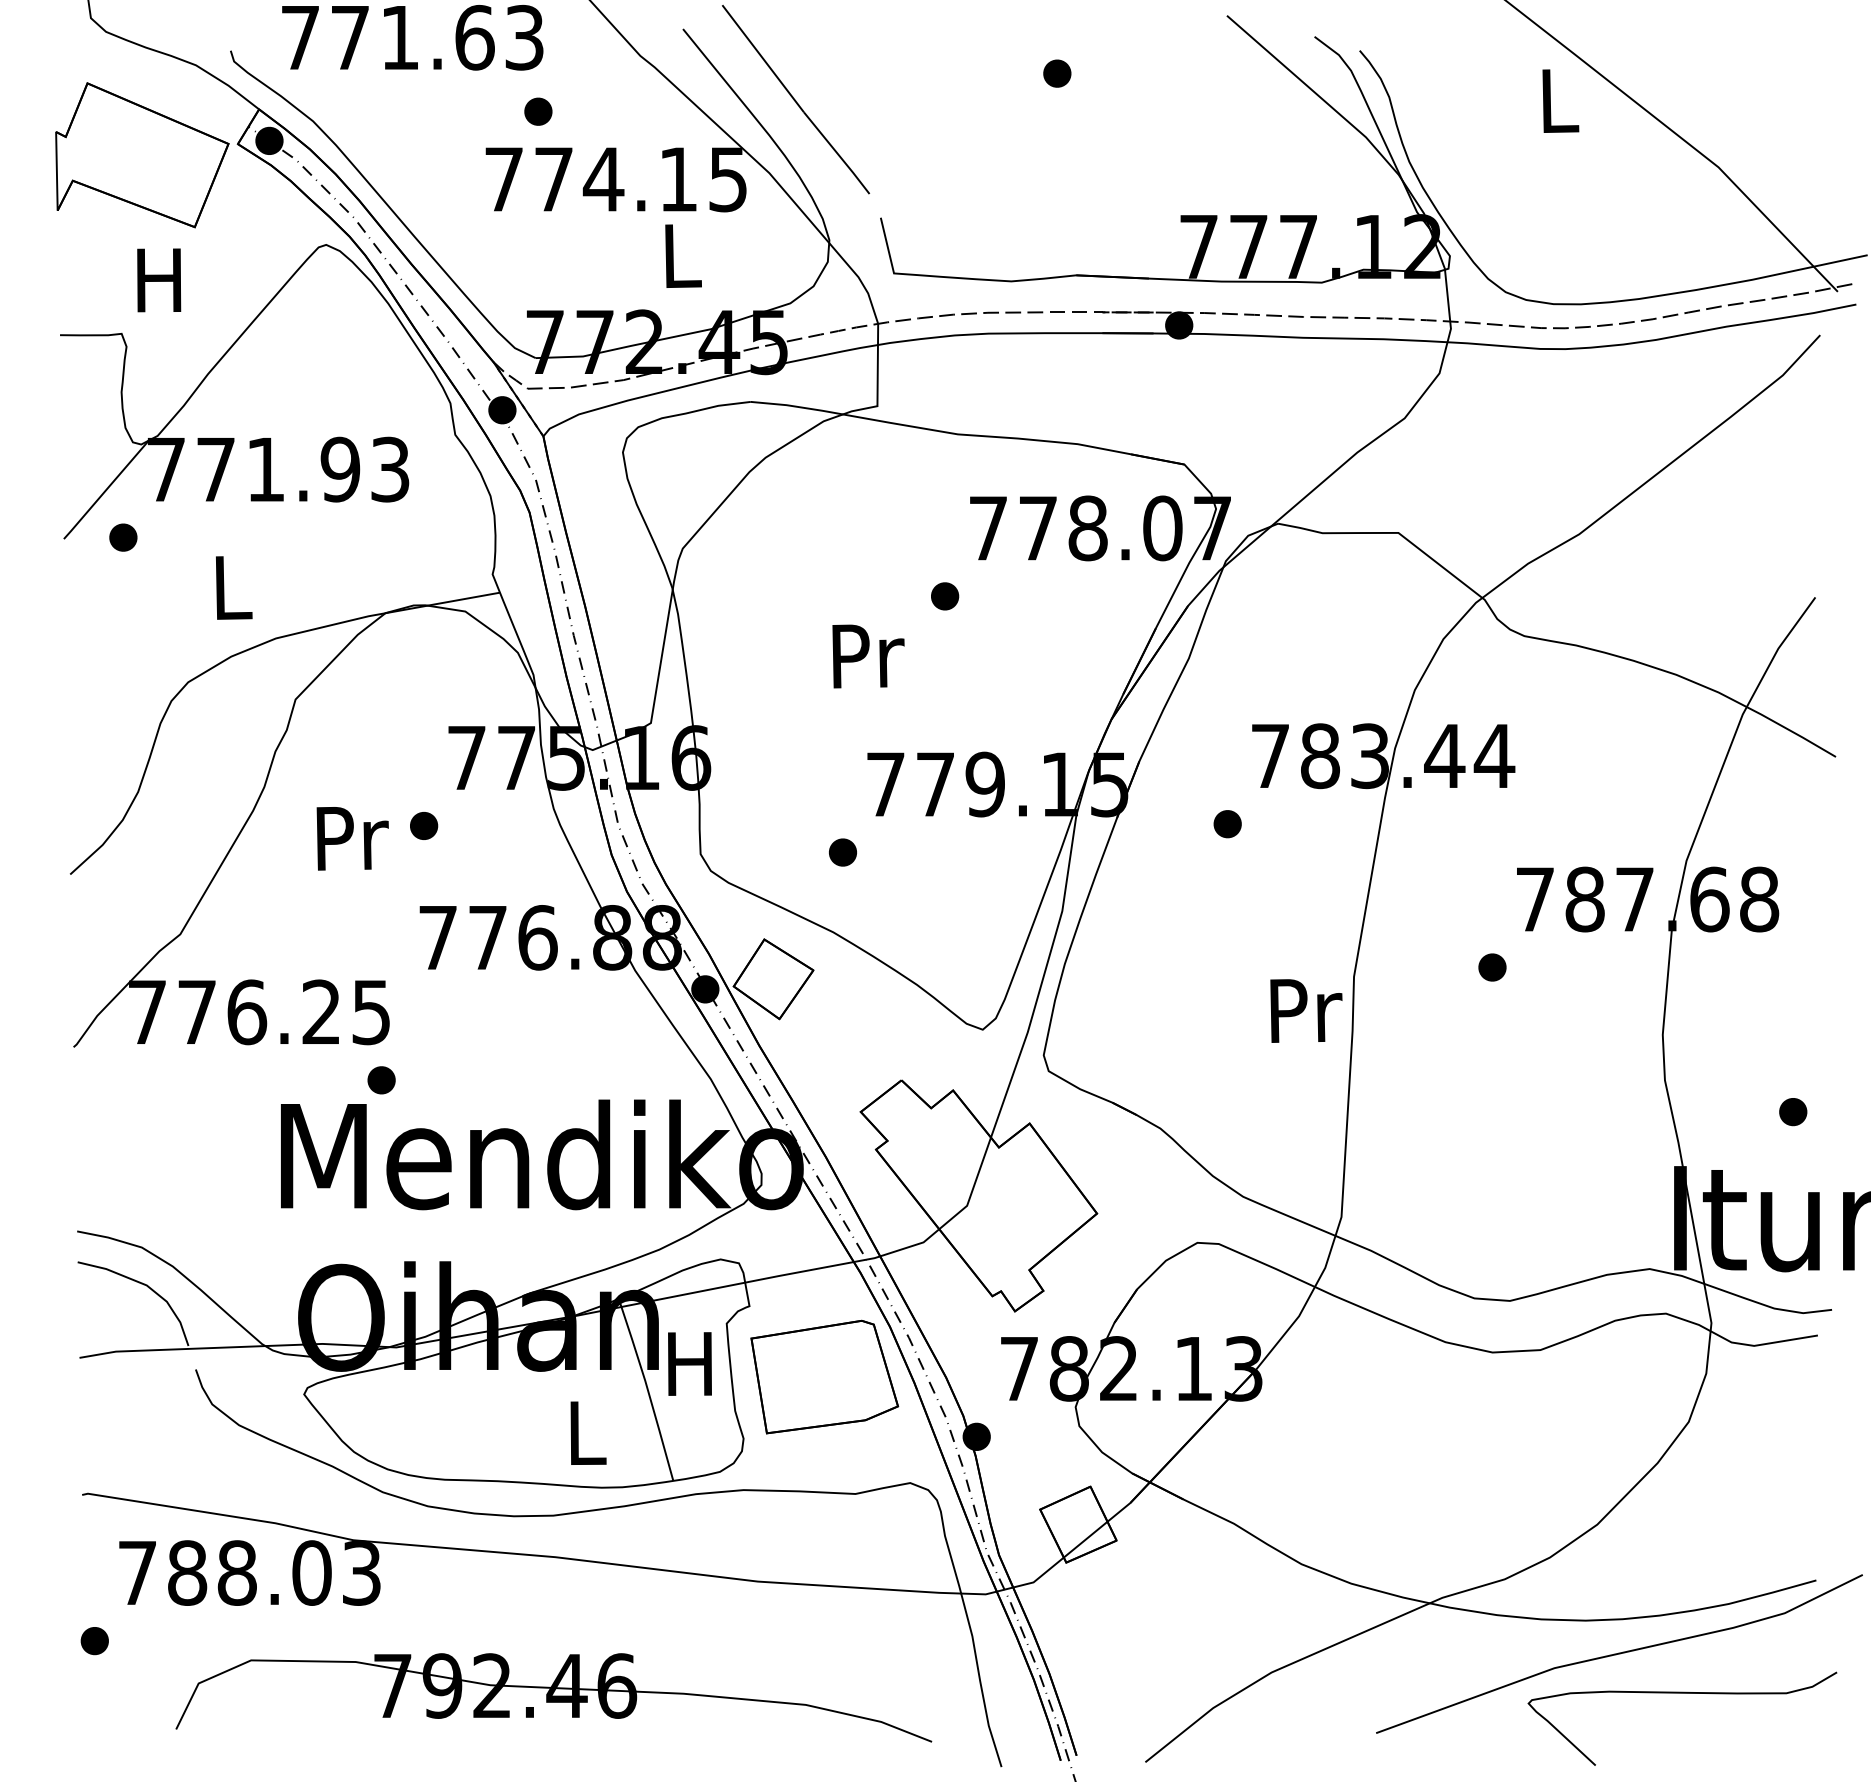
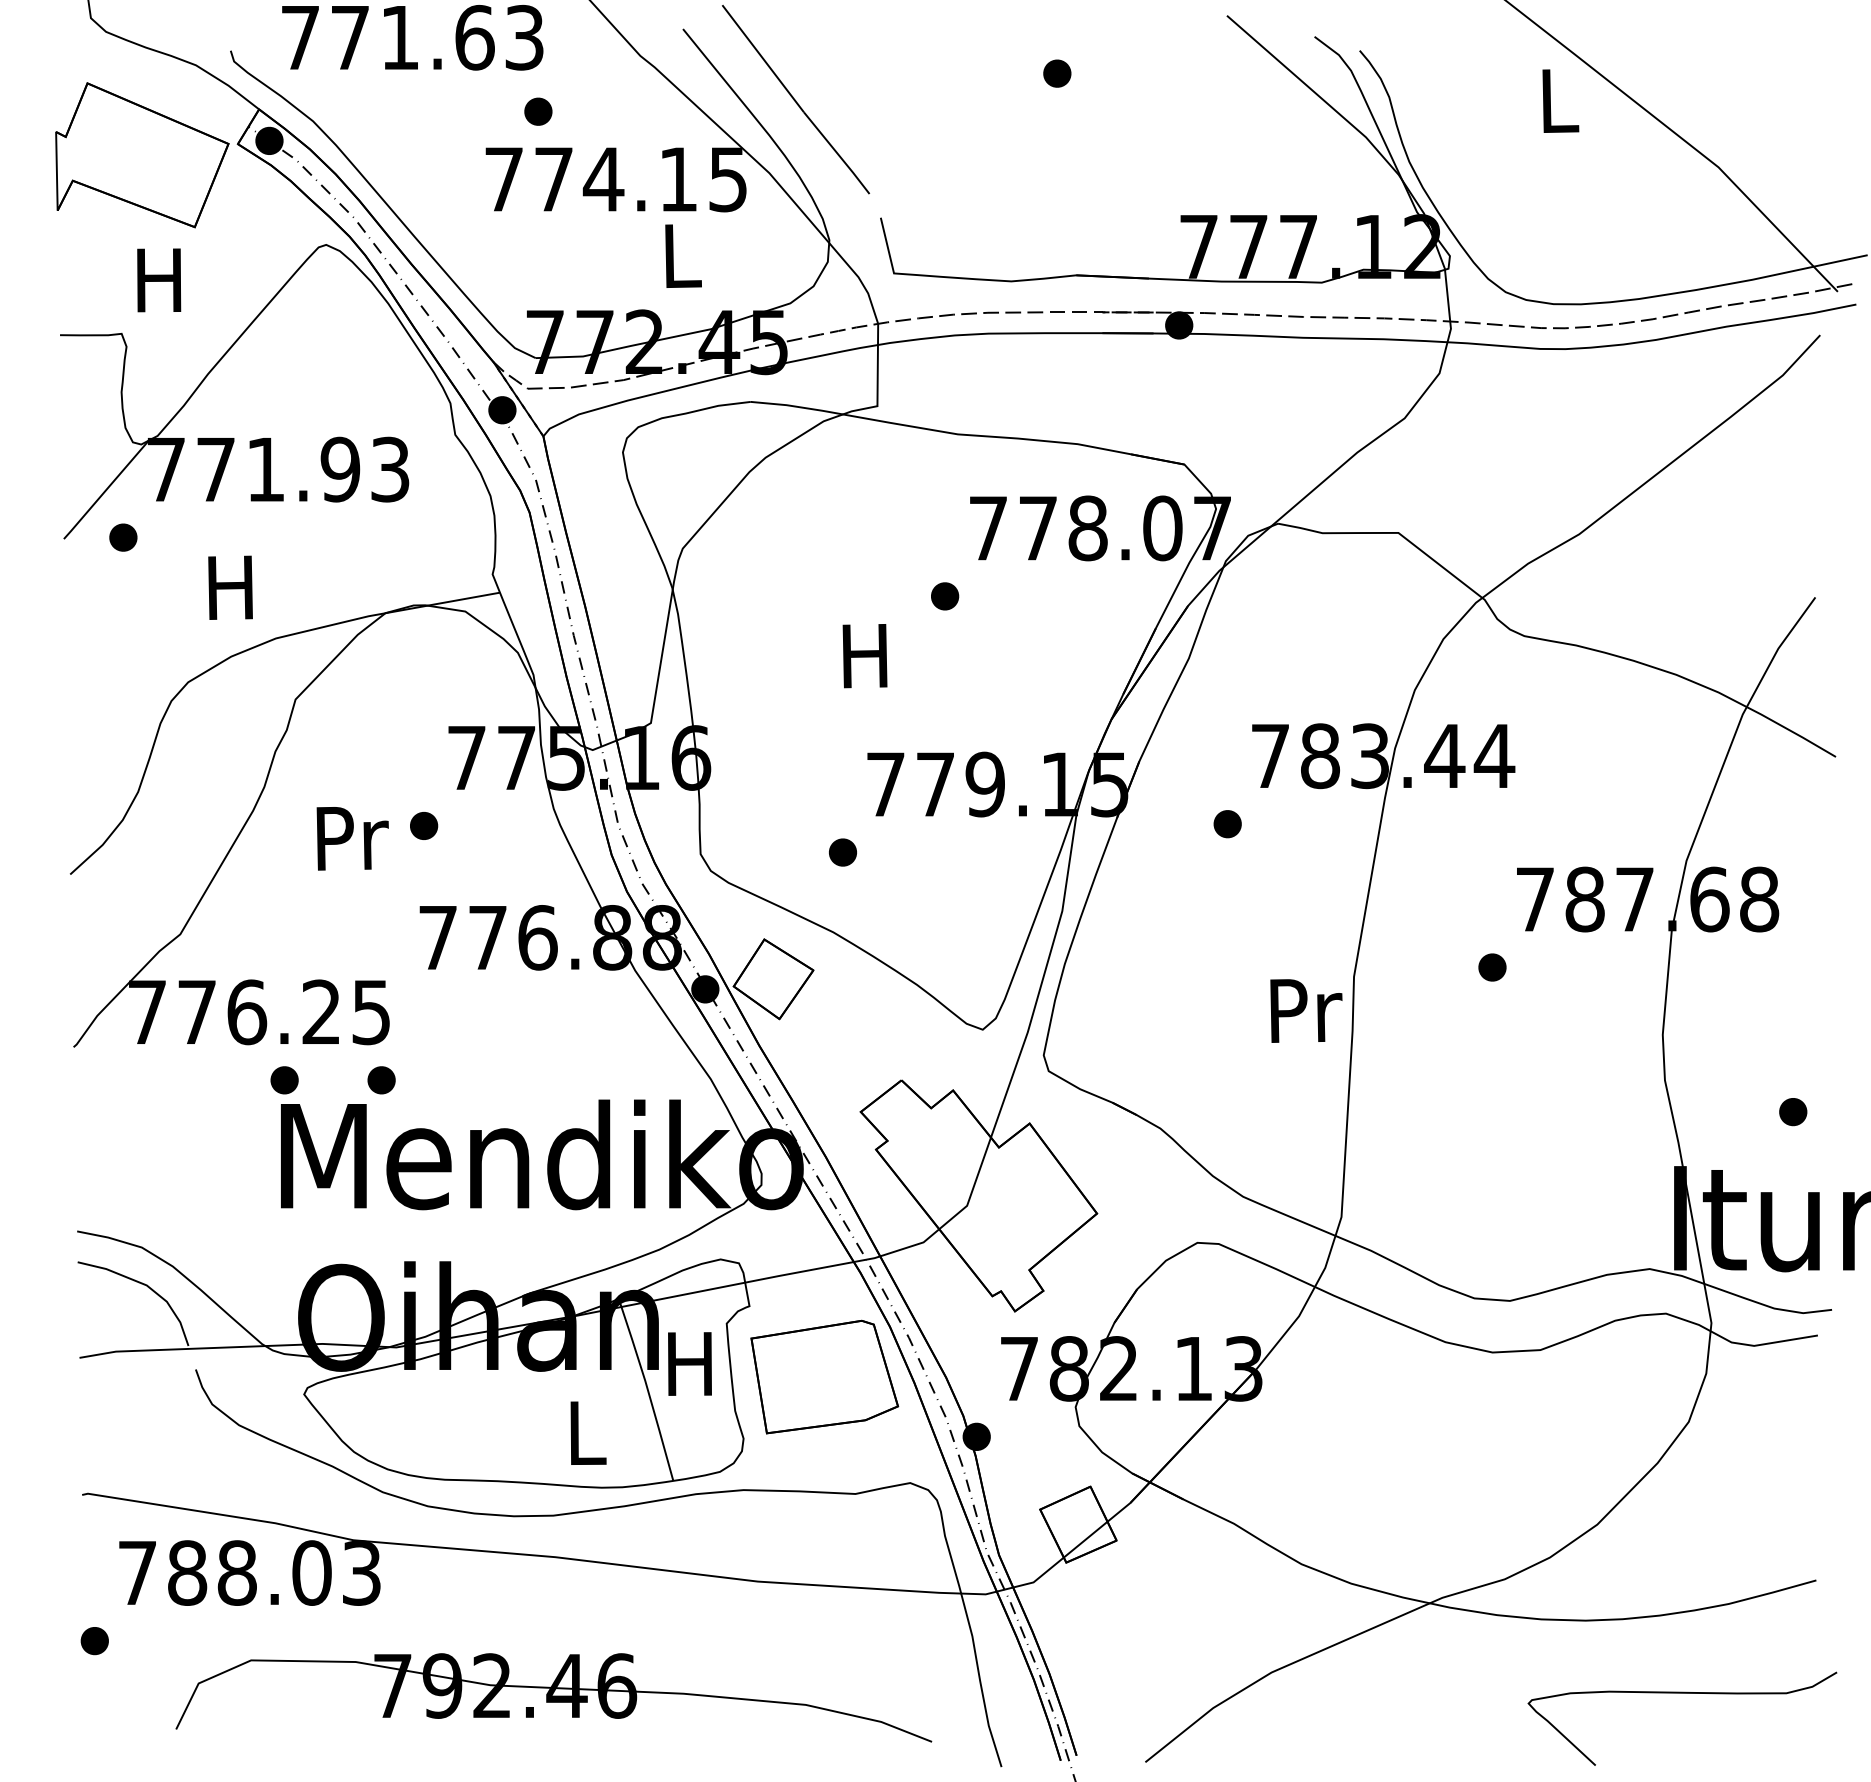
text at (230, 587): L -> H
text at (868, 656): Pr -> H
part at (284, 1080): none -> present
line at (1619, 1653): present -> none
